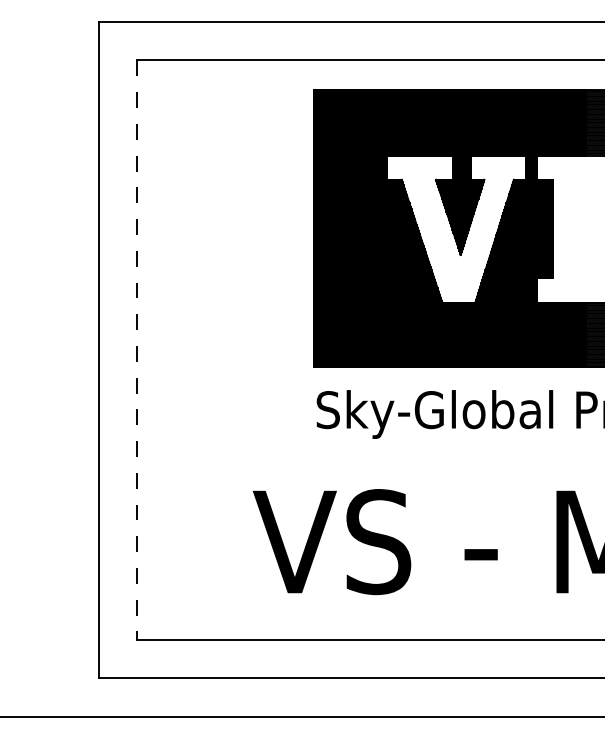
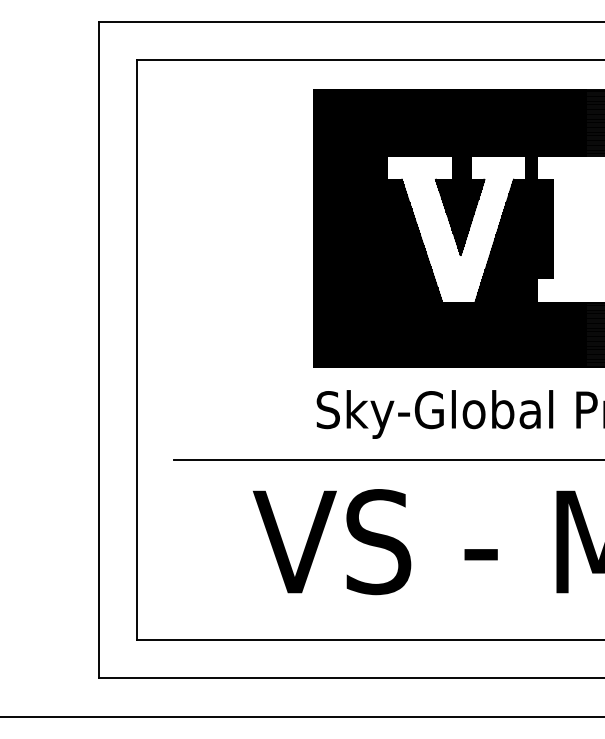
line at (137, 350): dashed -> solid
line at (387, 459): none -> present
